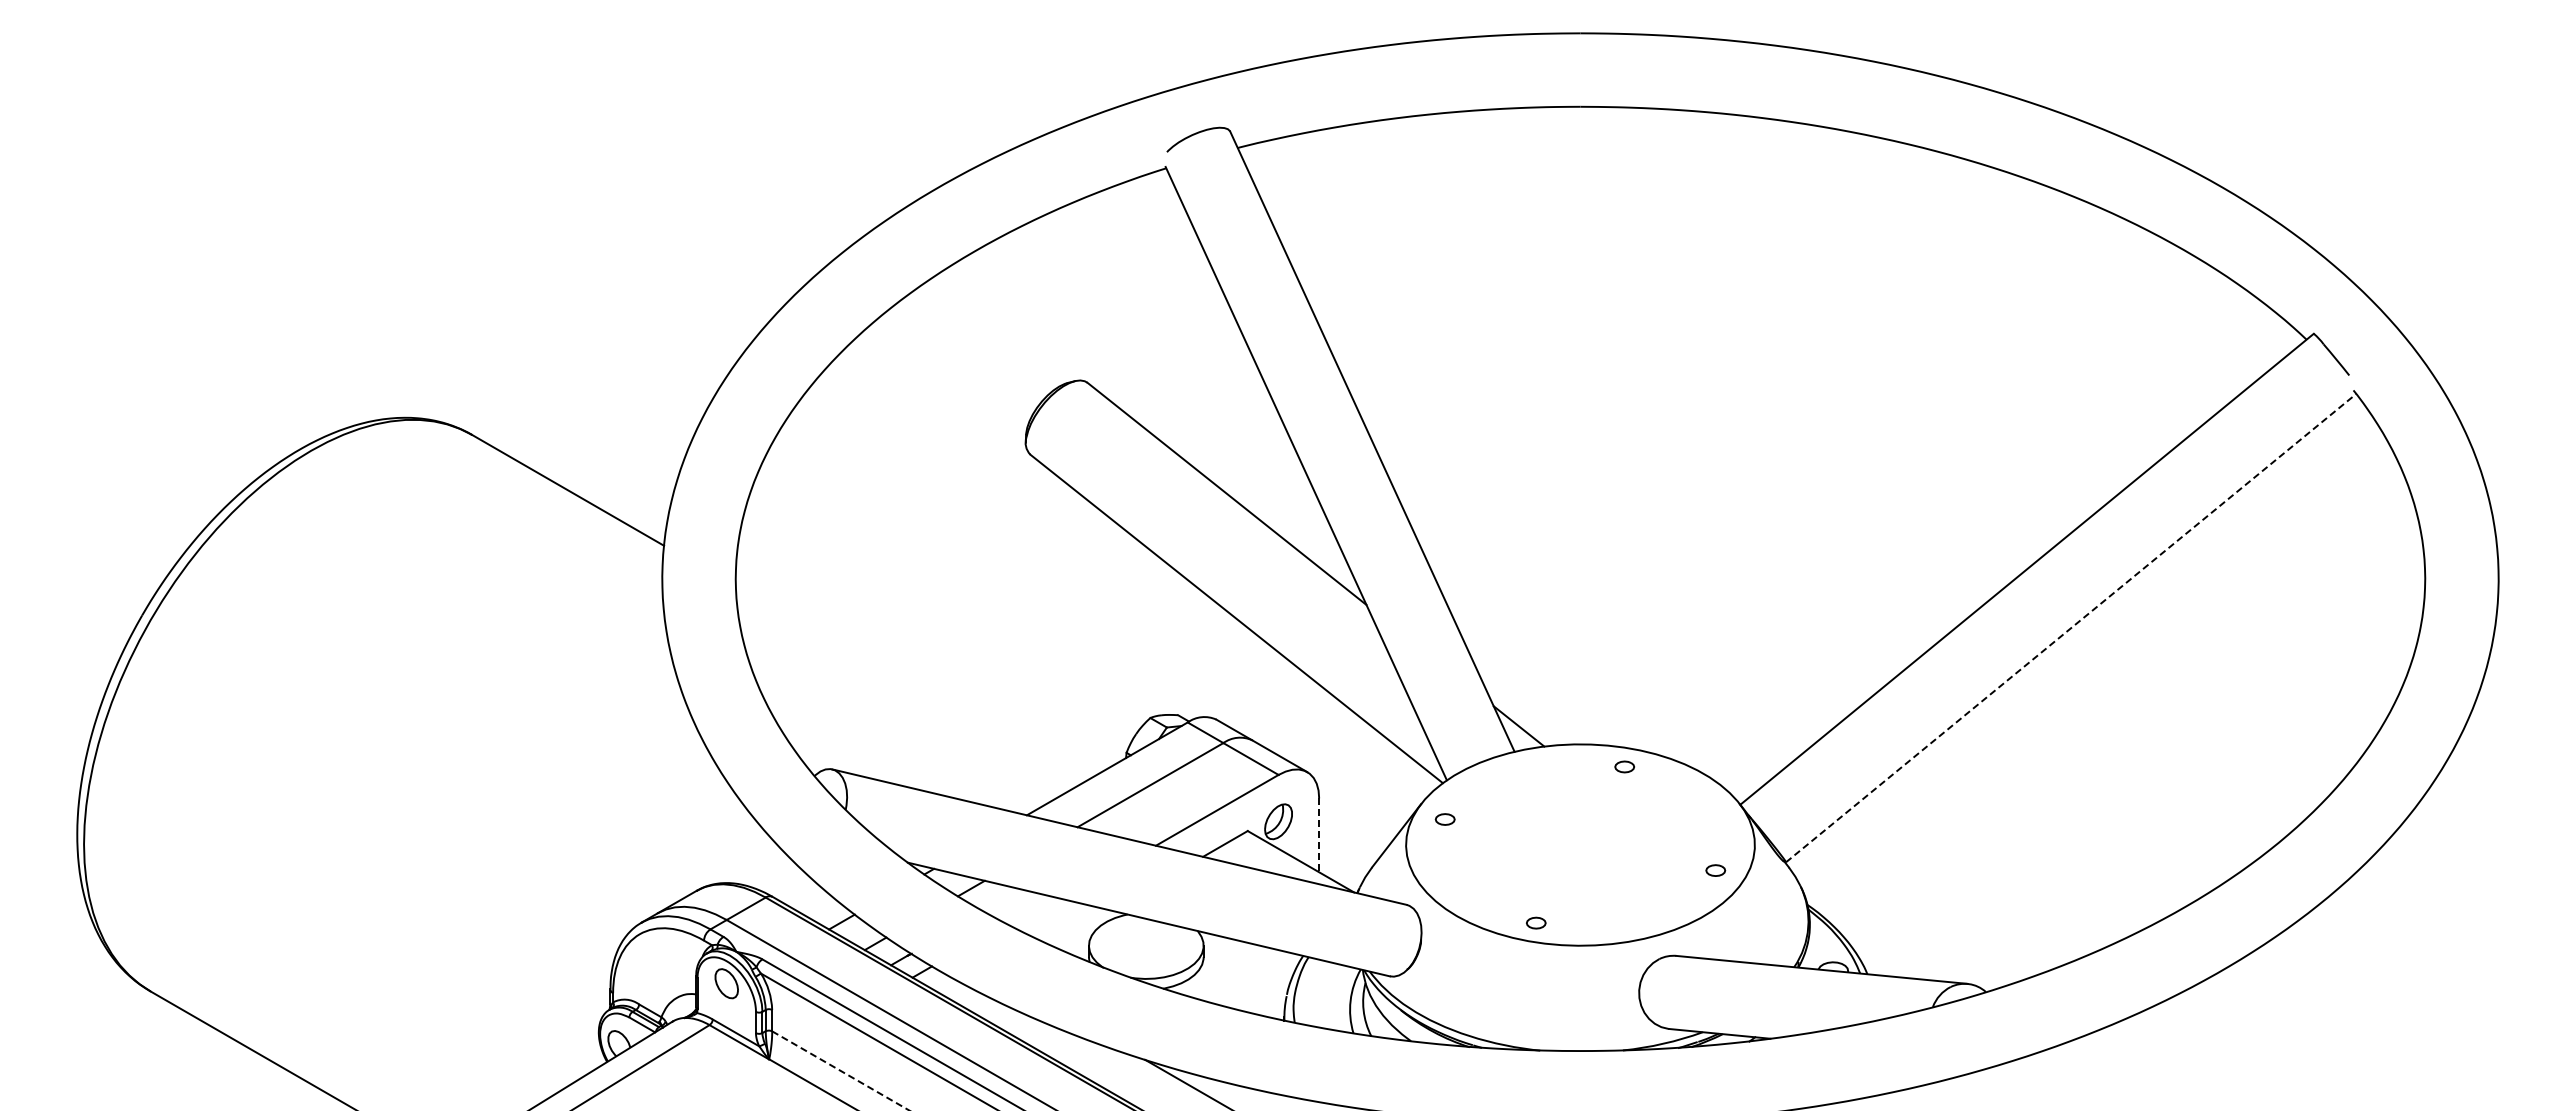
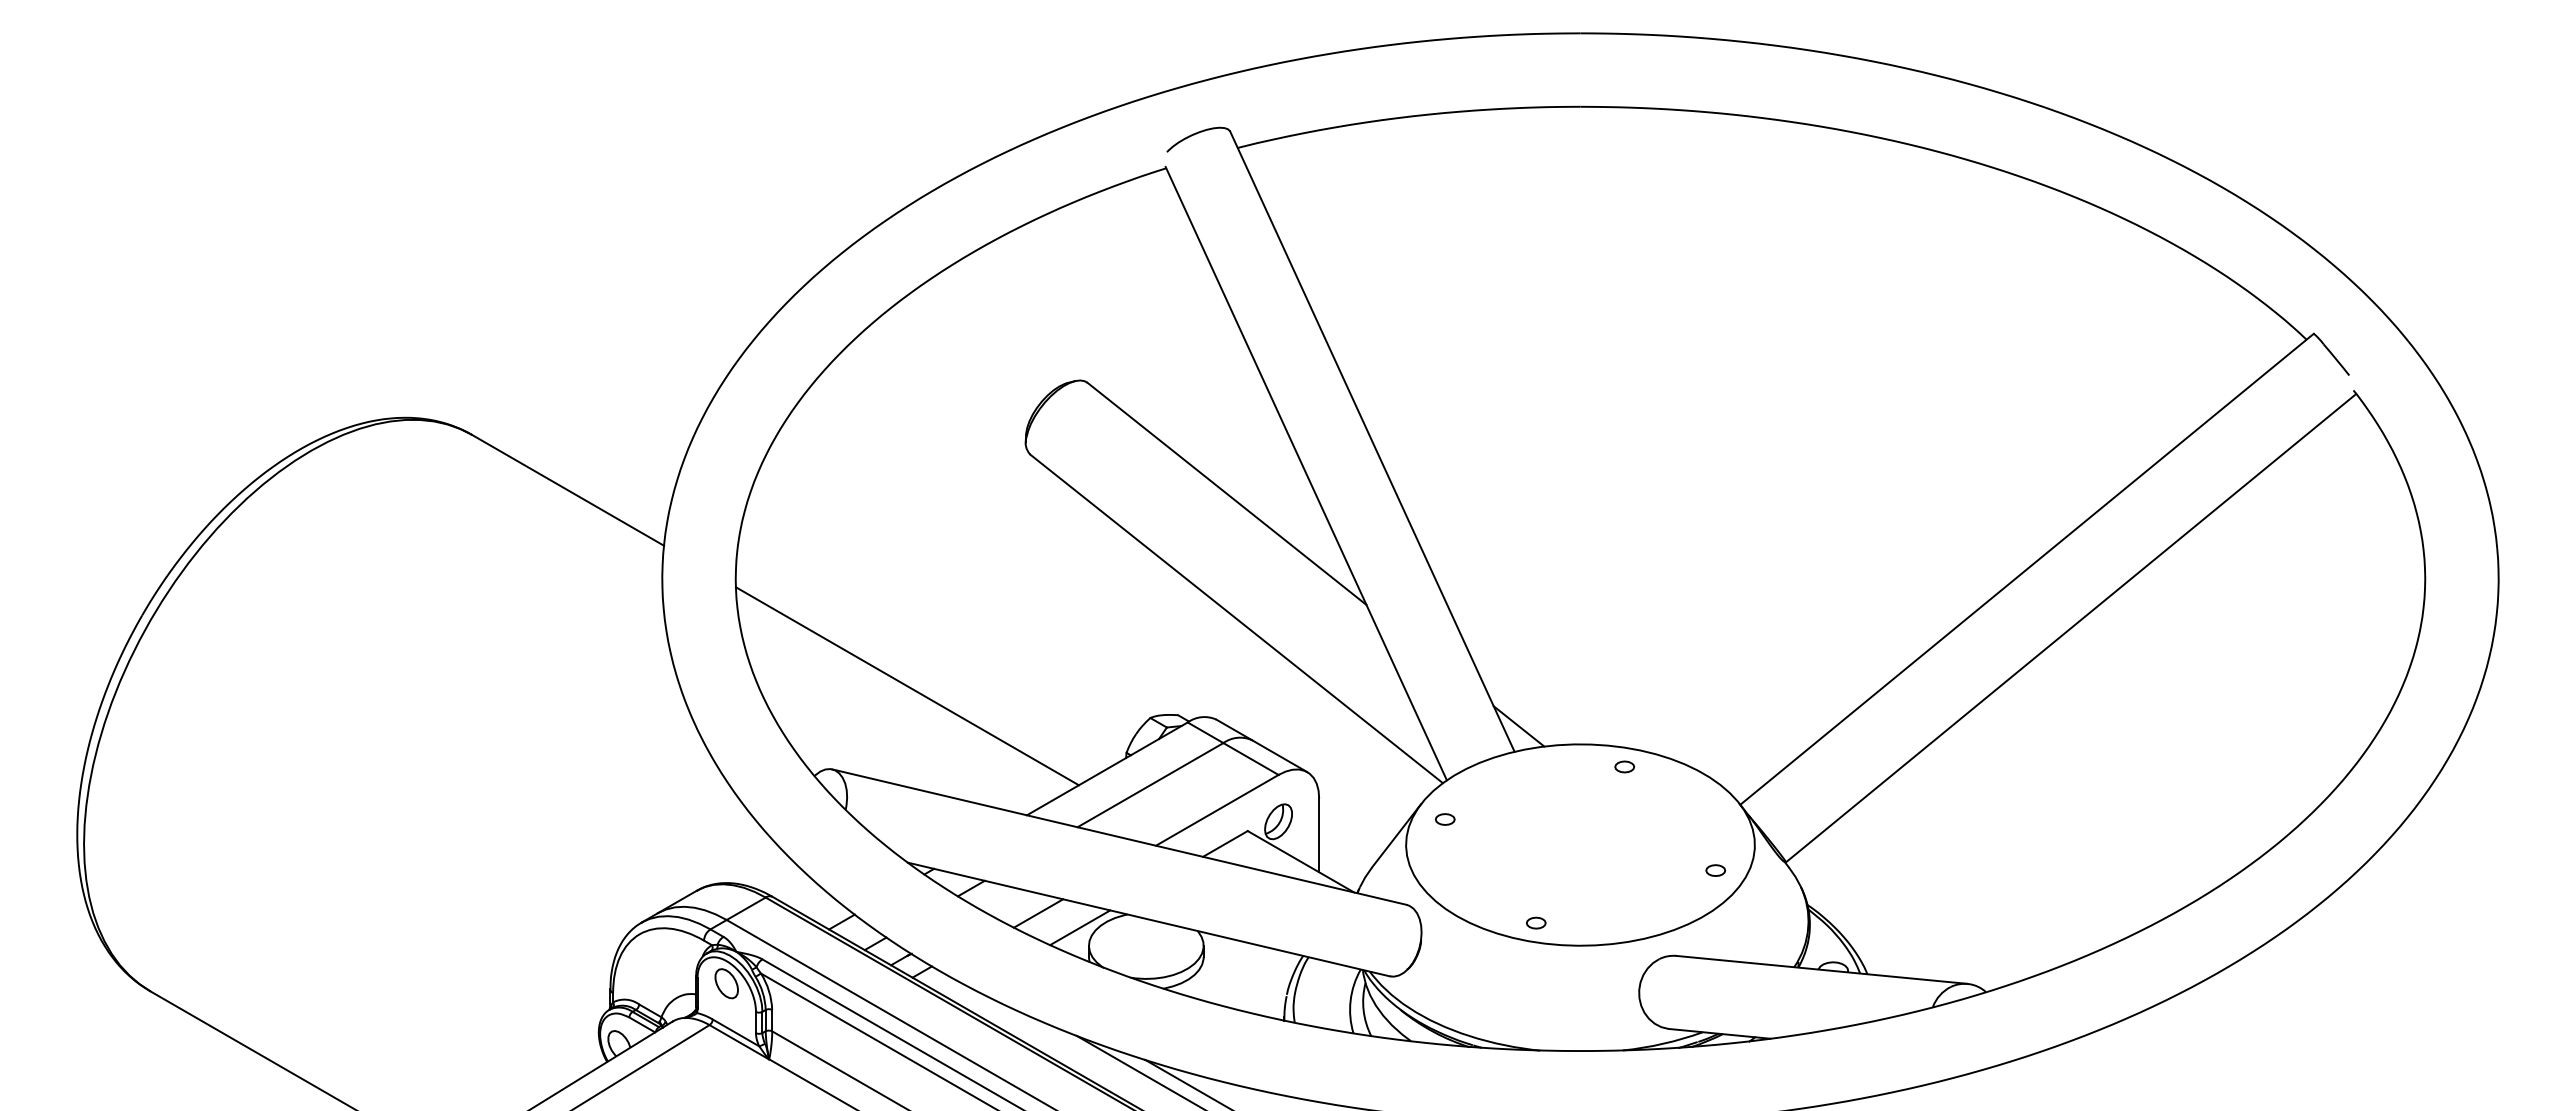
line at (2071, 628): dashed -> solid
line at (906, 686): none -> present
line at (1319, 835): dashed -> solid
line at (1038, 913): none -> present
line at (1080, 927): none -> present
line at (841, 1071): dashed -> solid
line at (1138, 1071): none -> present
